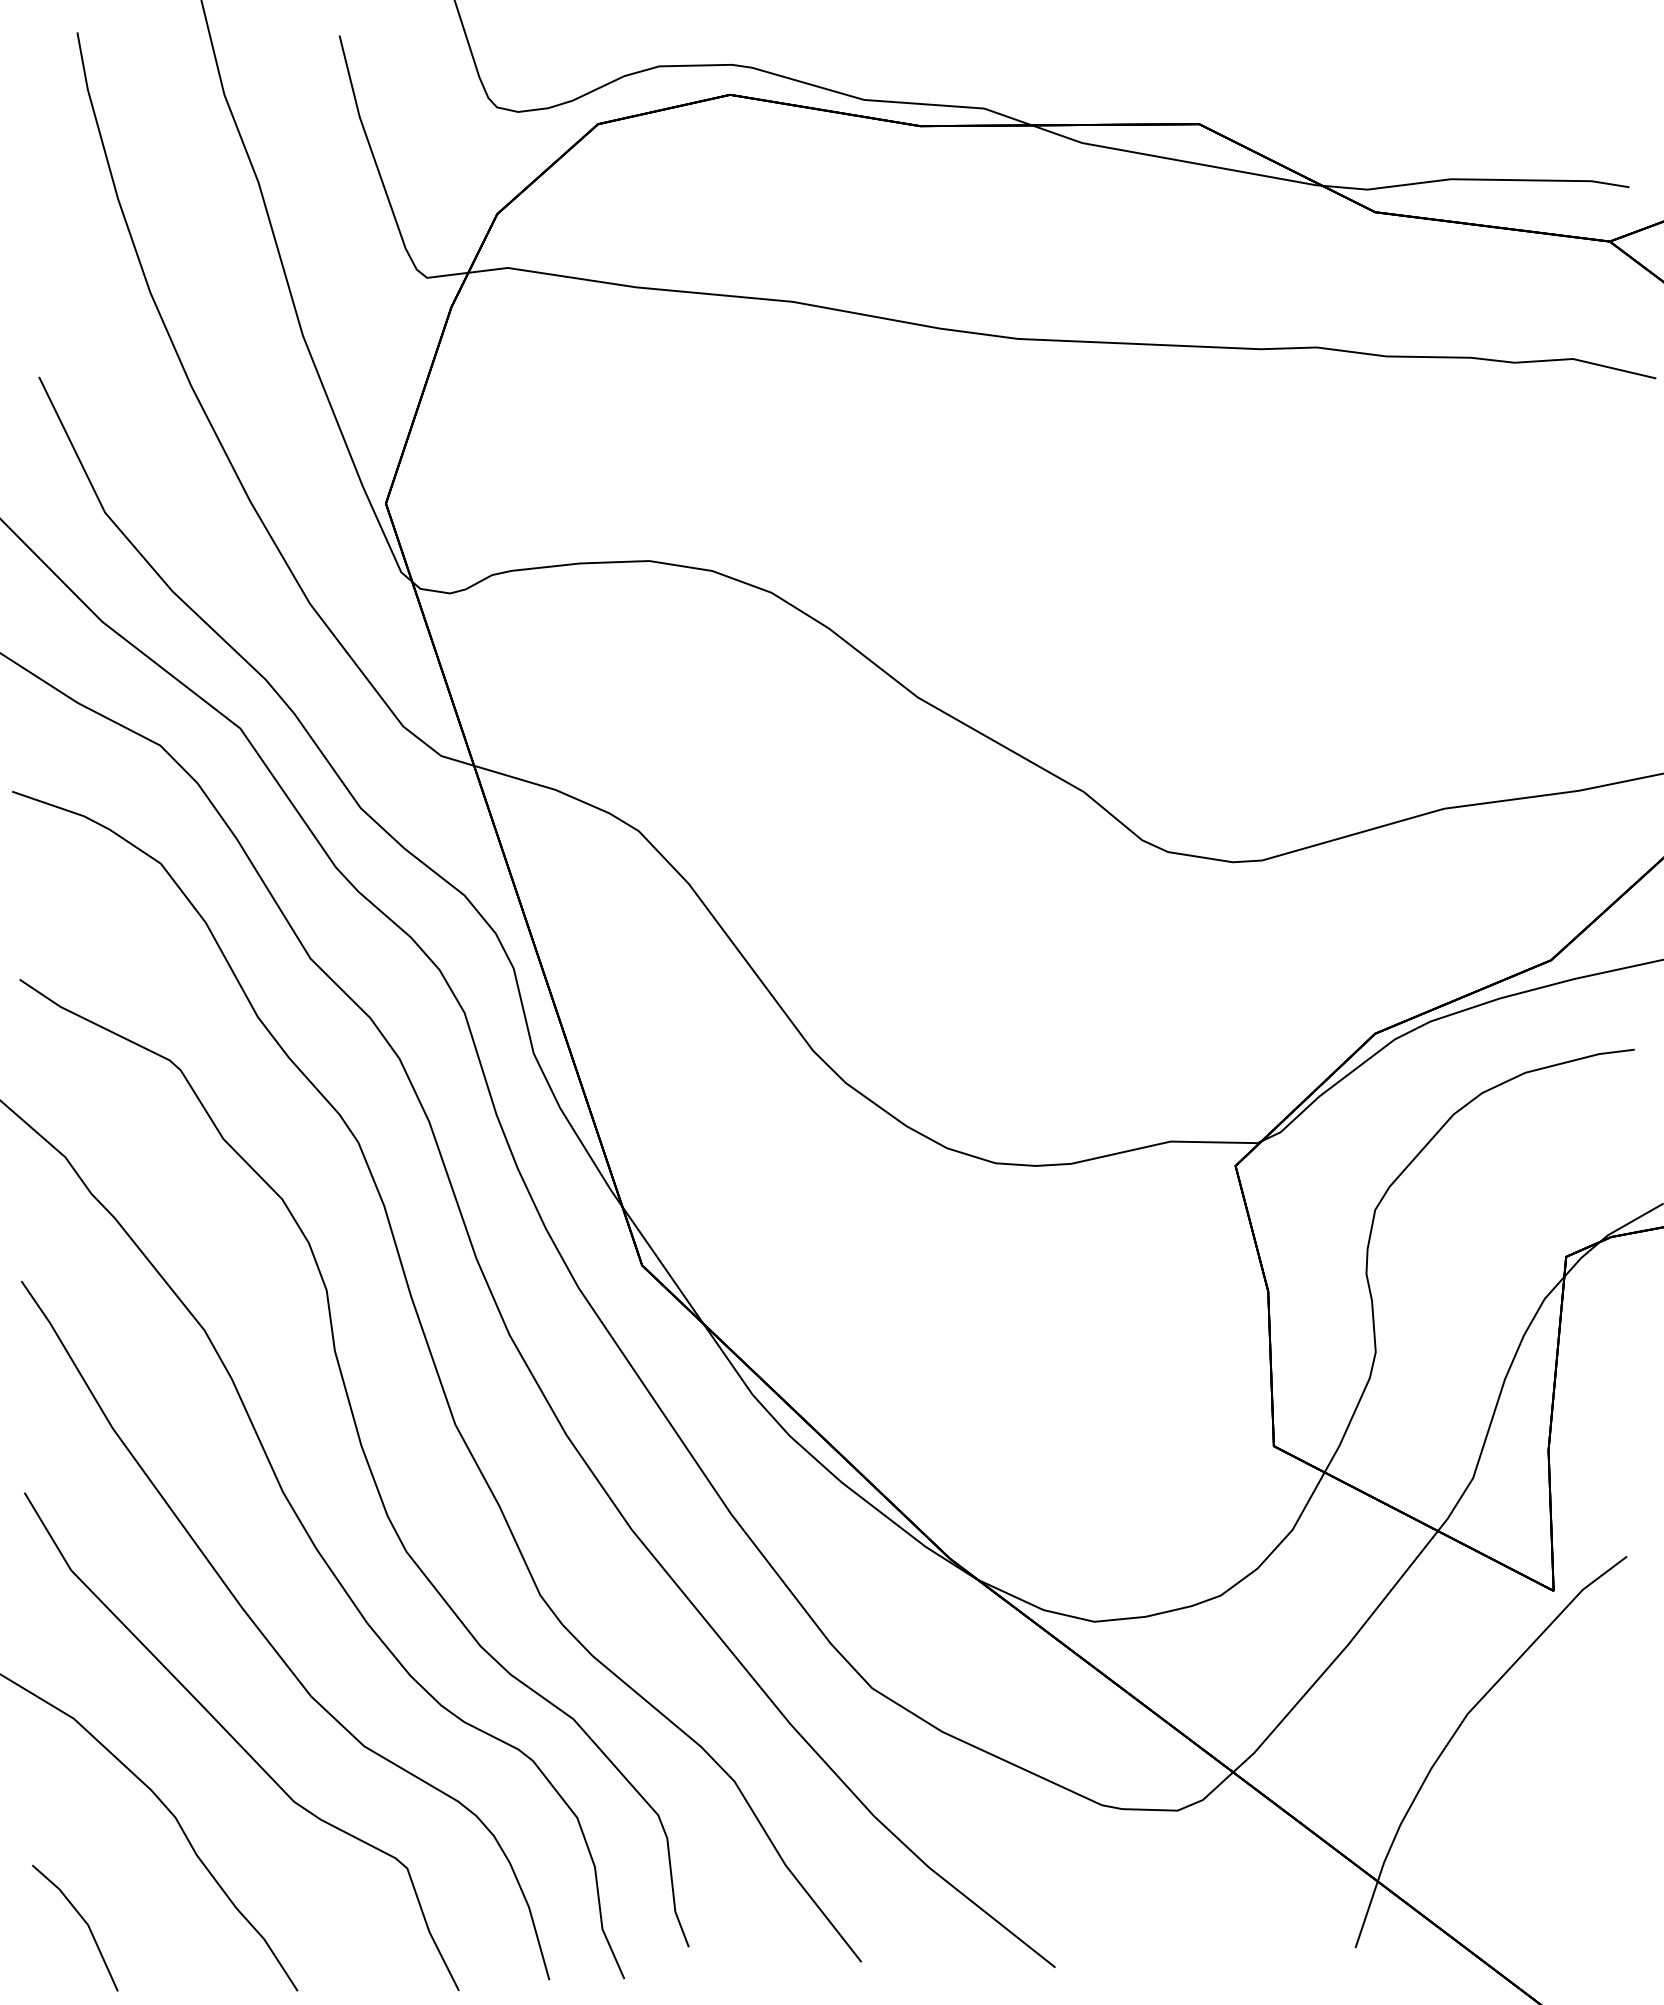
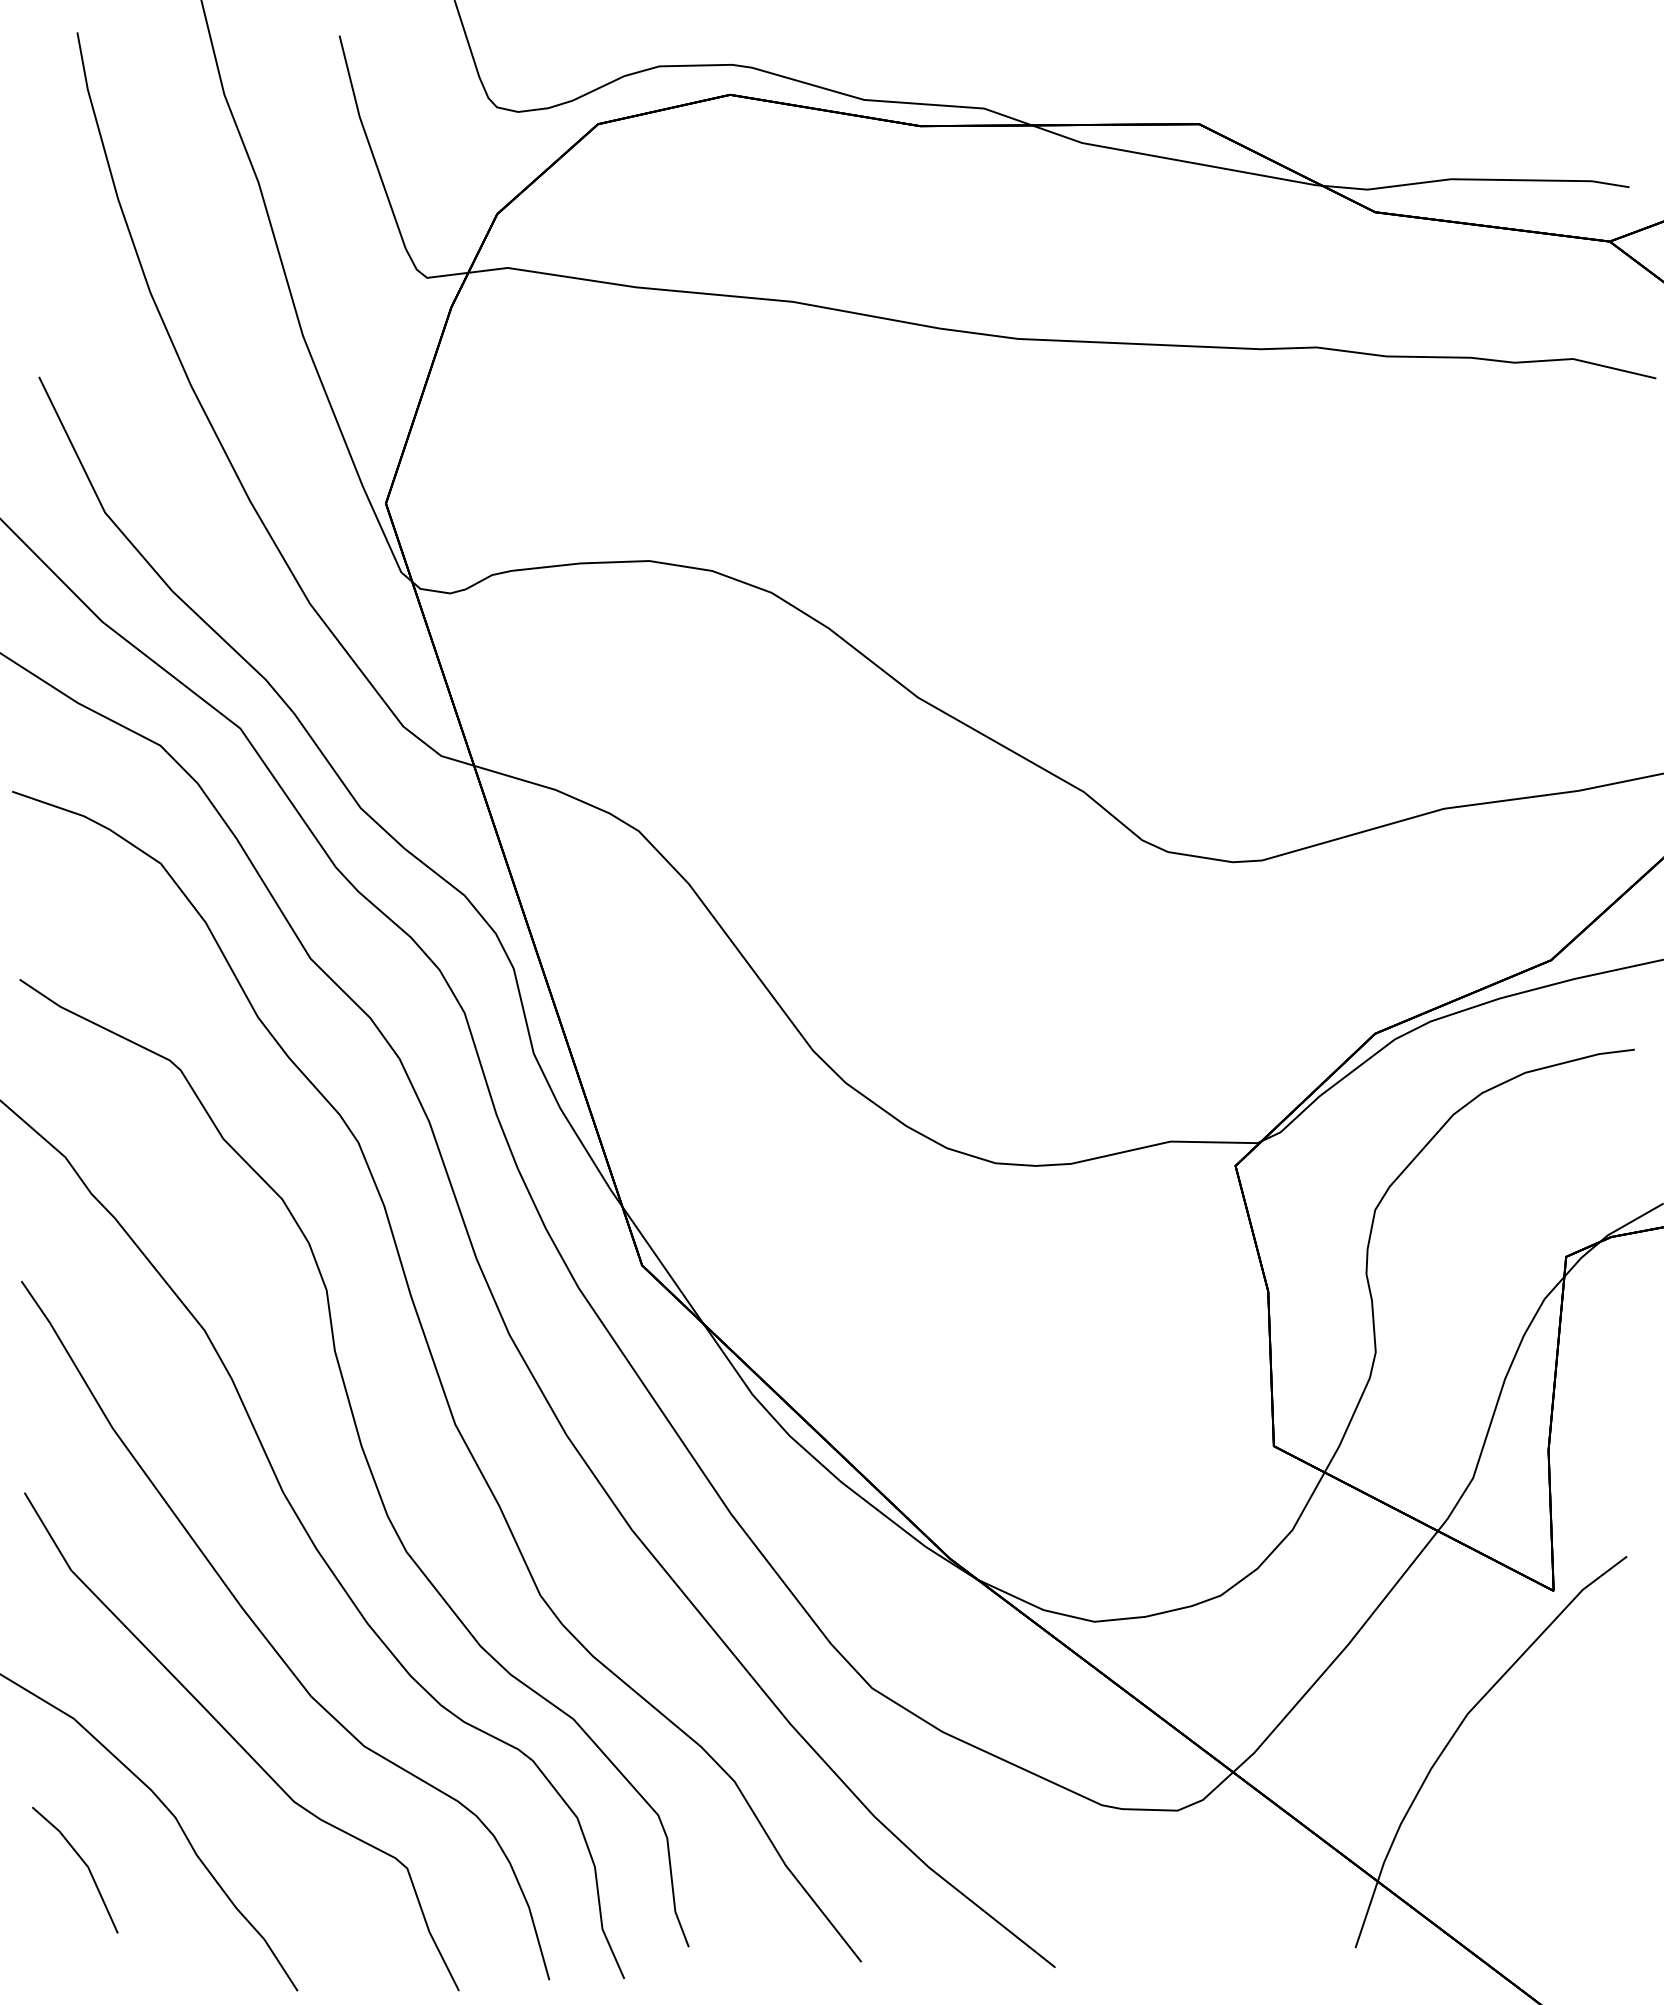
line at (84, 1922) position: (84, 1922) -> (84, 1864)
